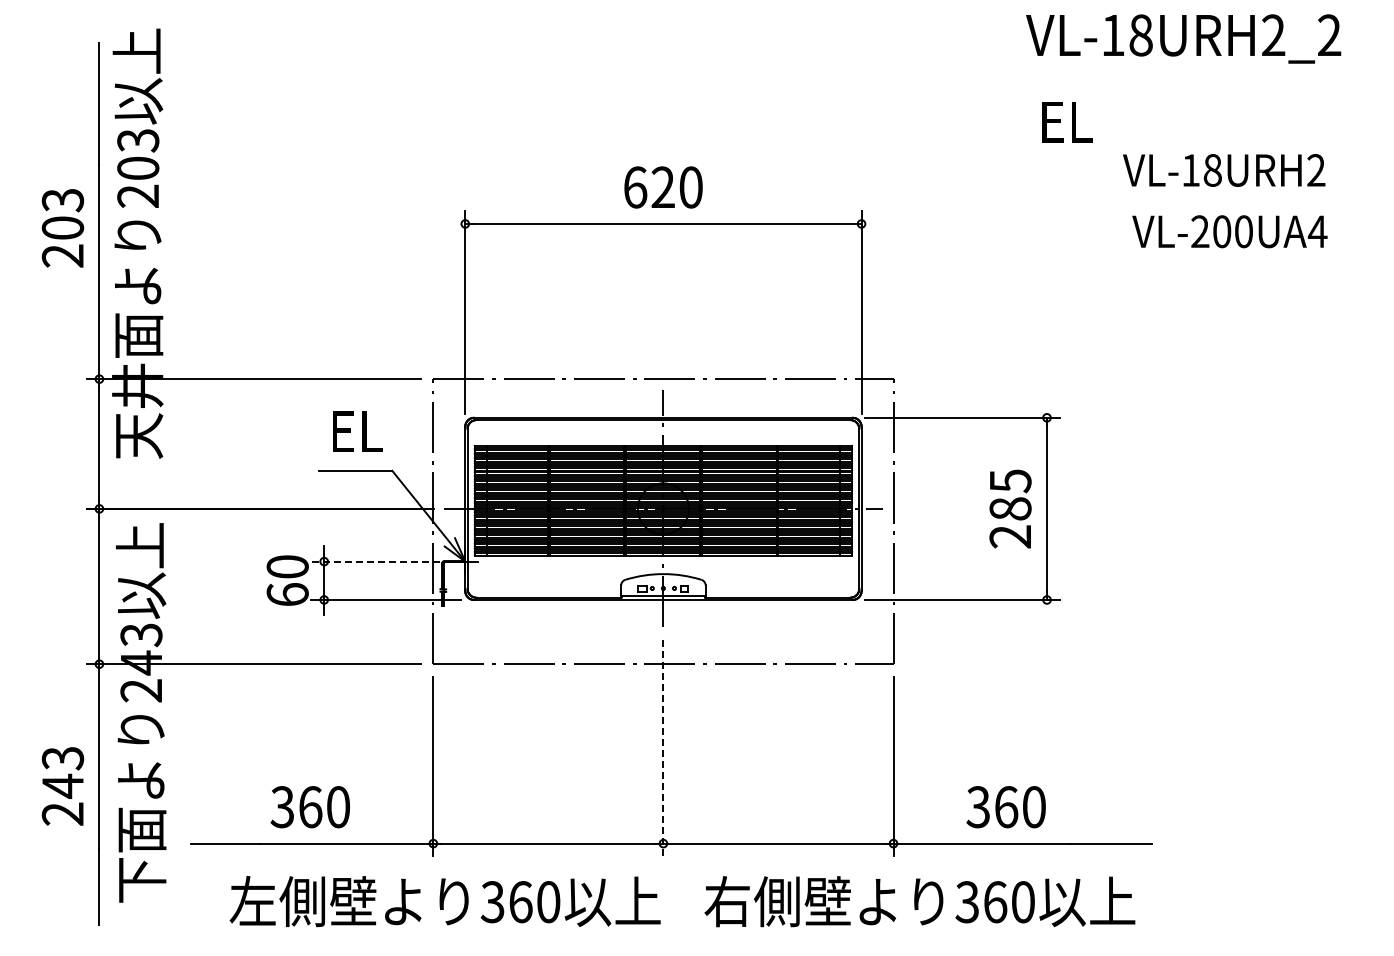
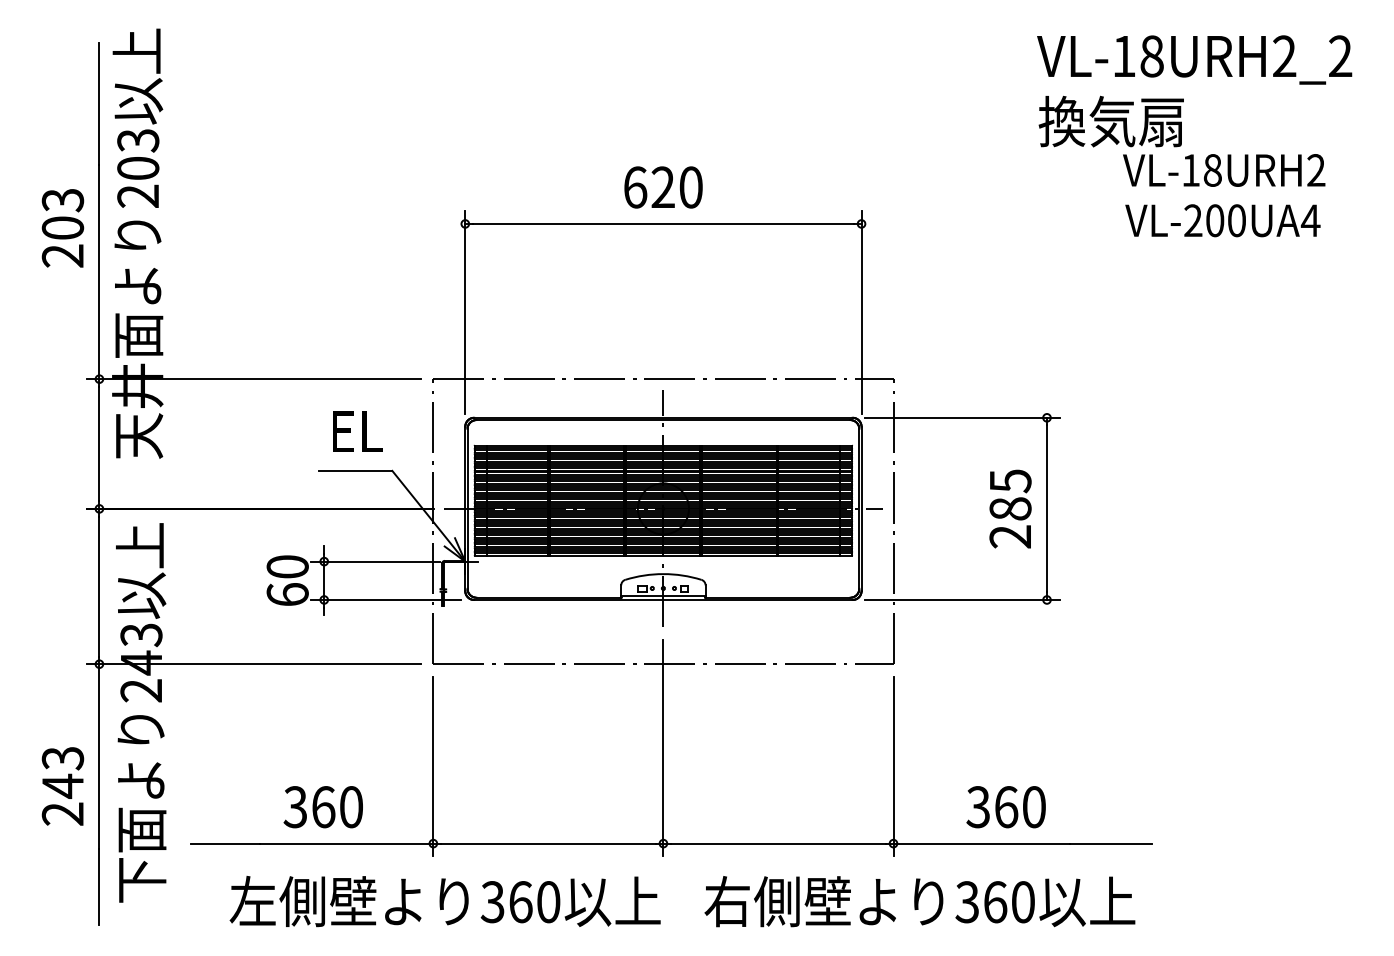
text at (1183, 38) position: (1183, 38) -> (1194, 59)
text at (1110, 121): EL -> 換気扇
text at (1229, 231) position: (1229, 231) -> (1222, 220)
line at (375, 561): dashed -> solid
line at (663, 748): dashed -> solid
text at (309, 807) position: (309, 807) -> (322, 807)
